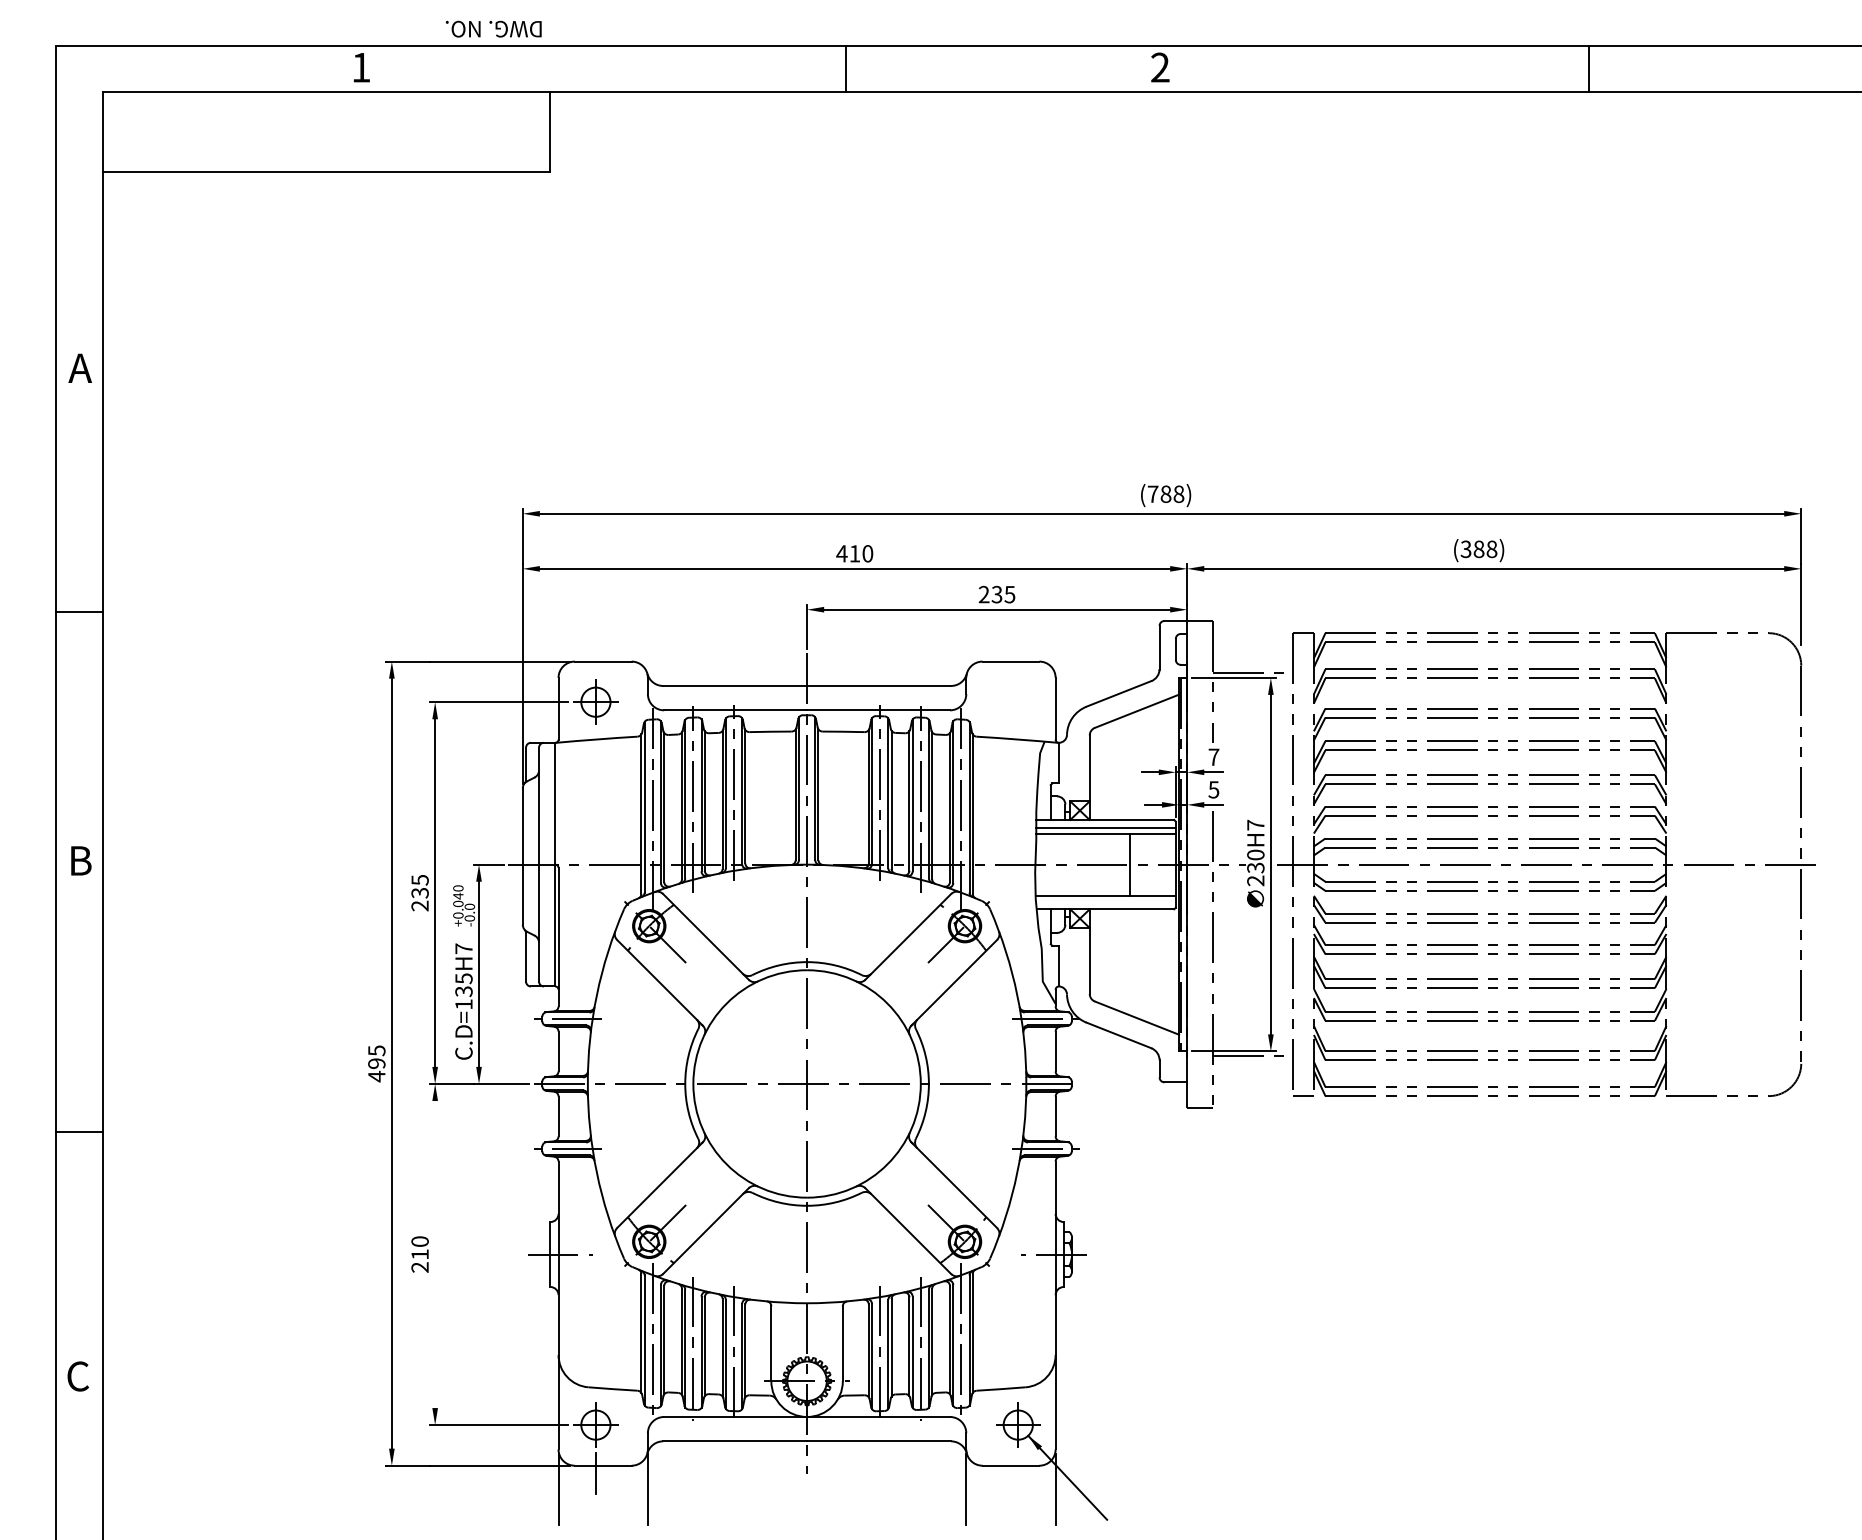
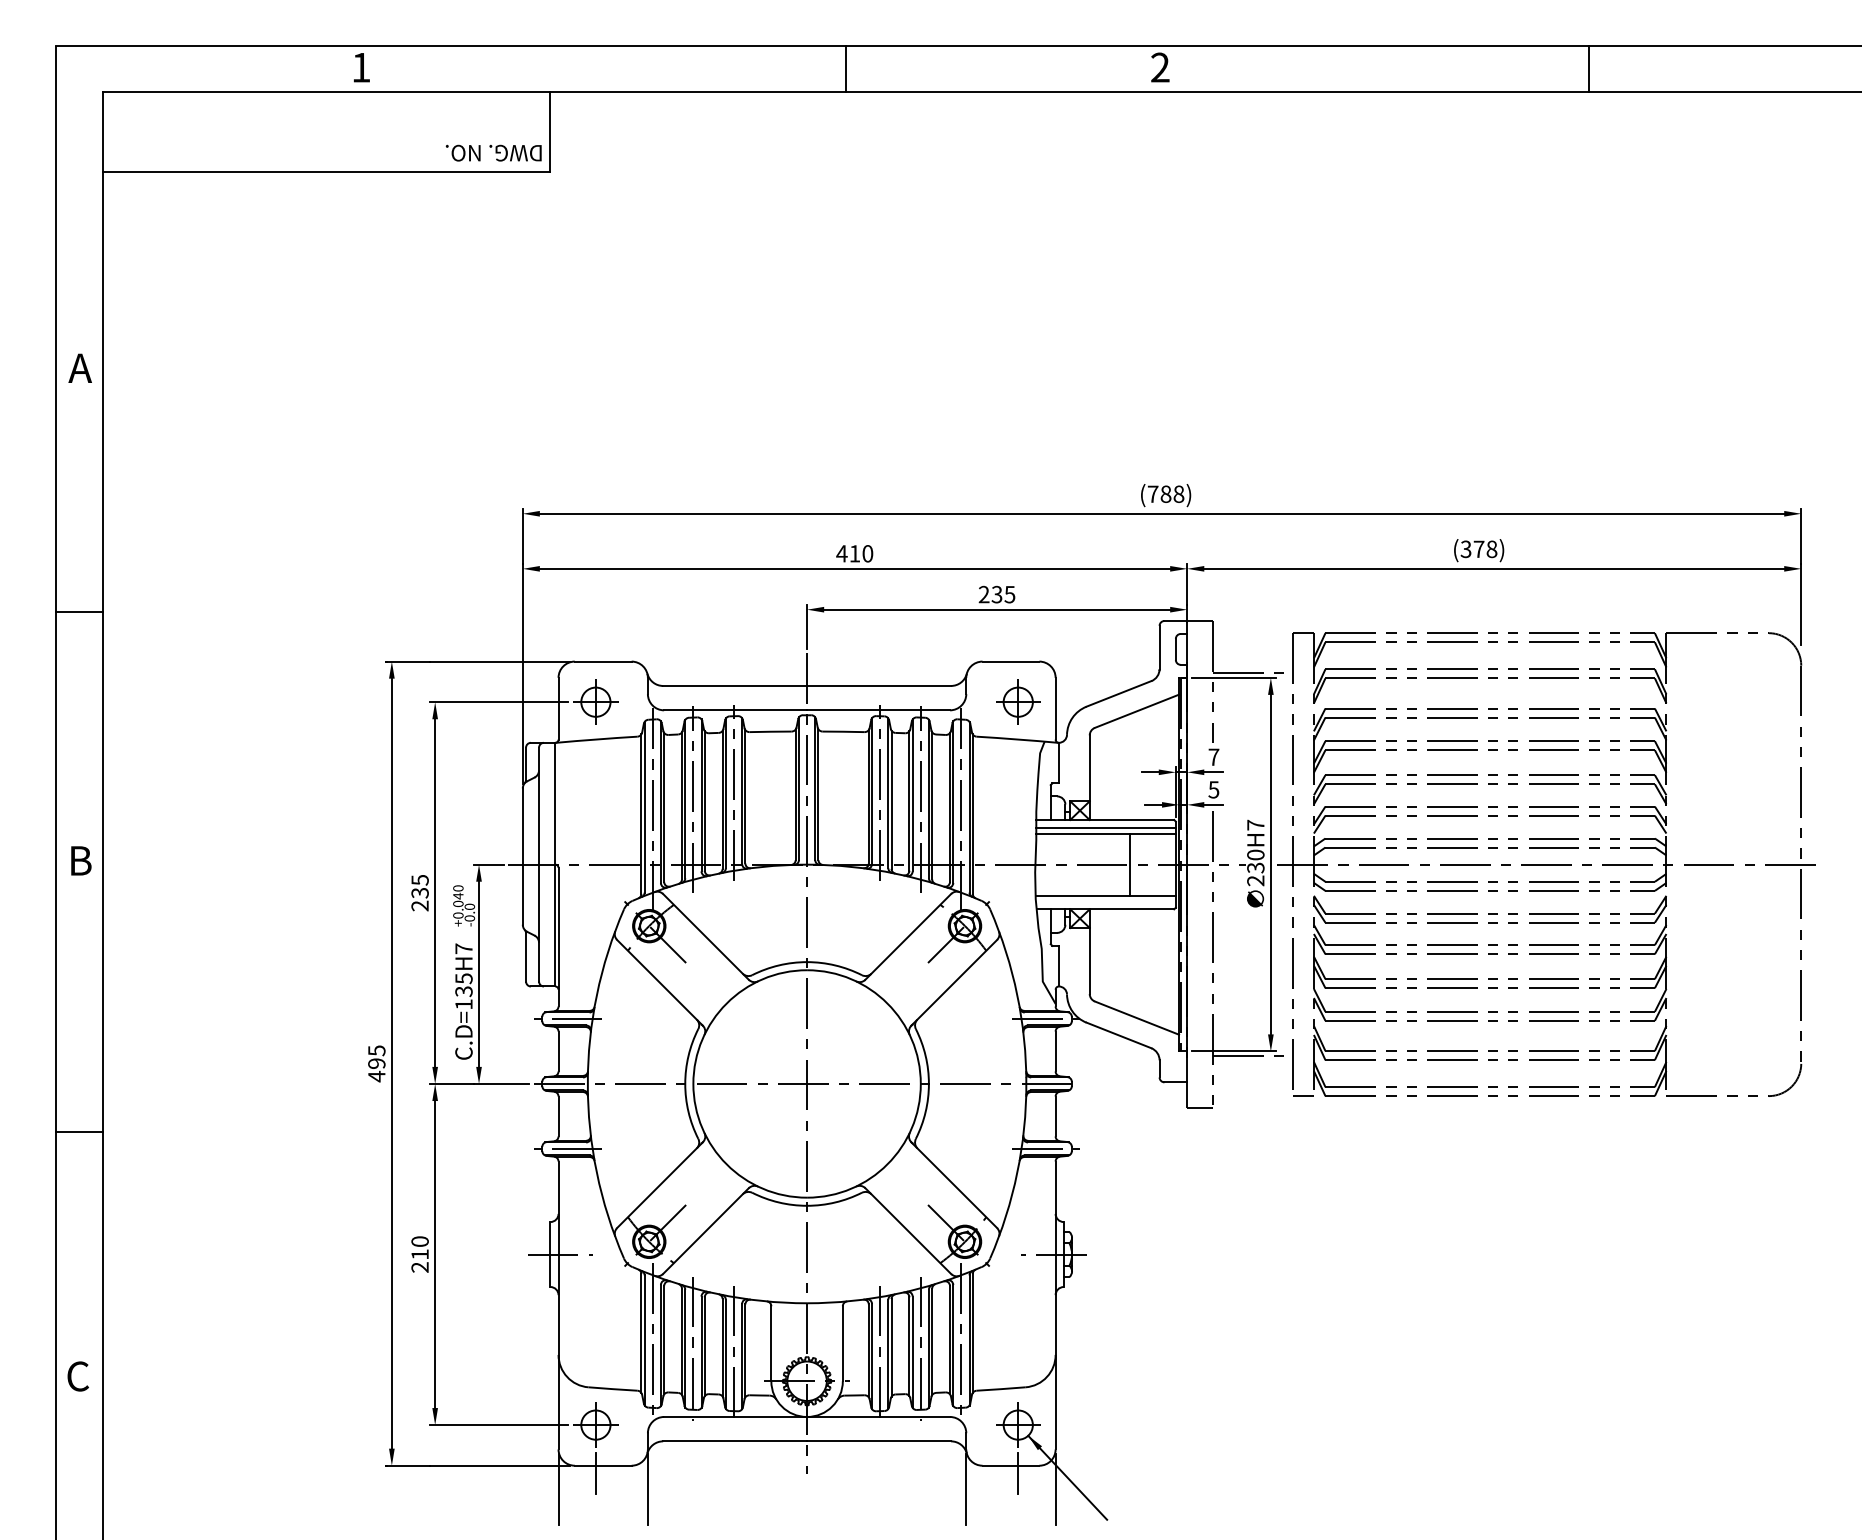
text at (493, 28) position: (493, 28) -> (493, 152)
text at (1478, 549): (388) -> (378)
part at (1018, 701): none -> present
line at (435, 1254): none -> present
line at (1018, 1472): none -> present
